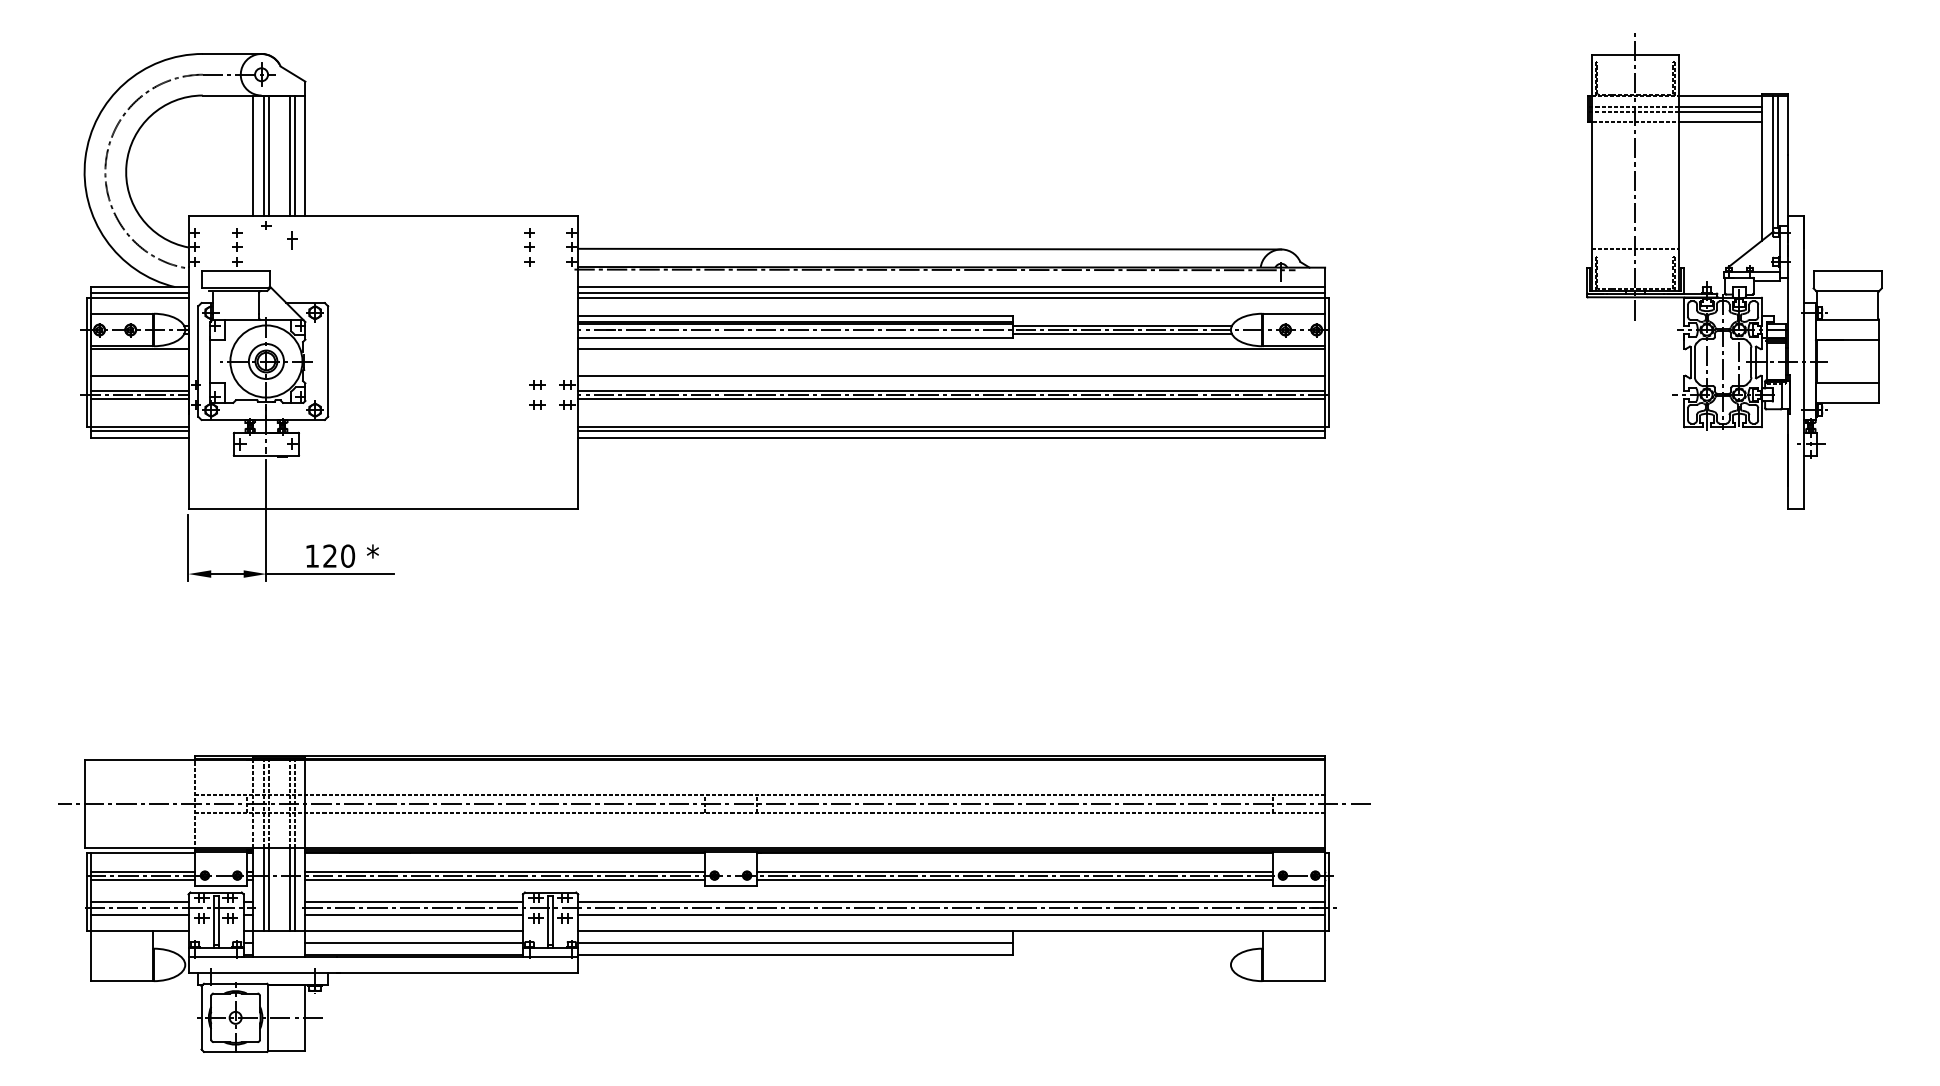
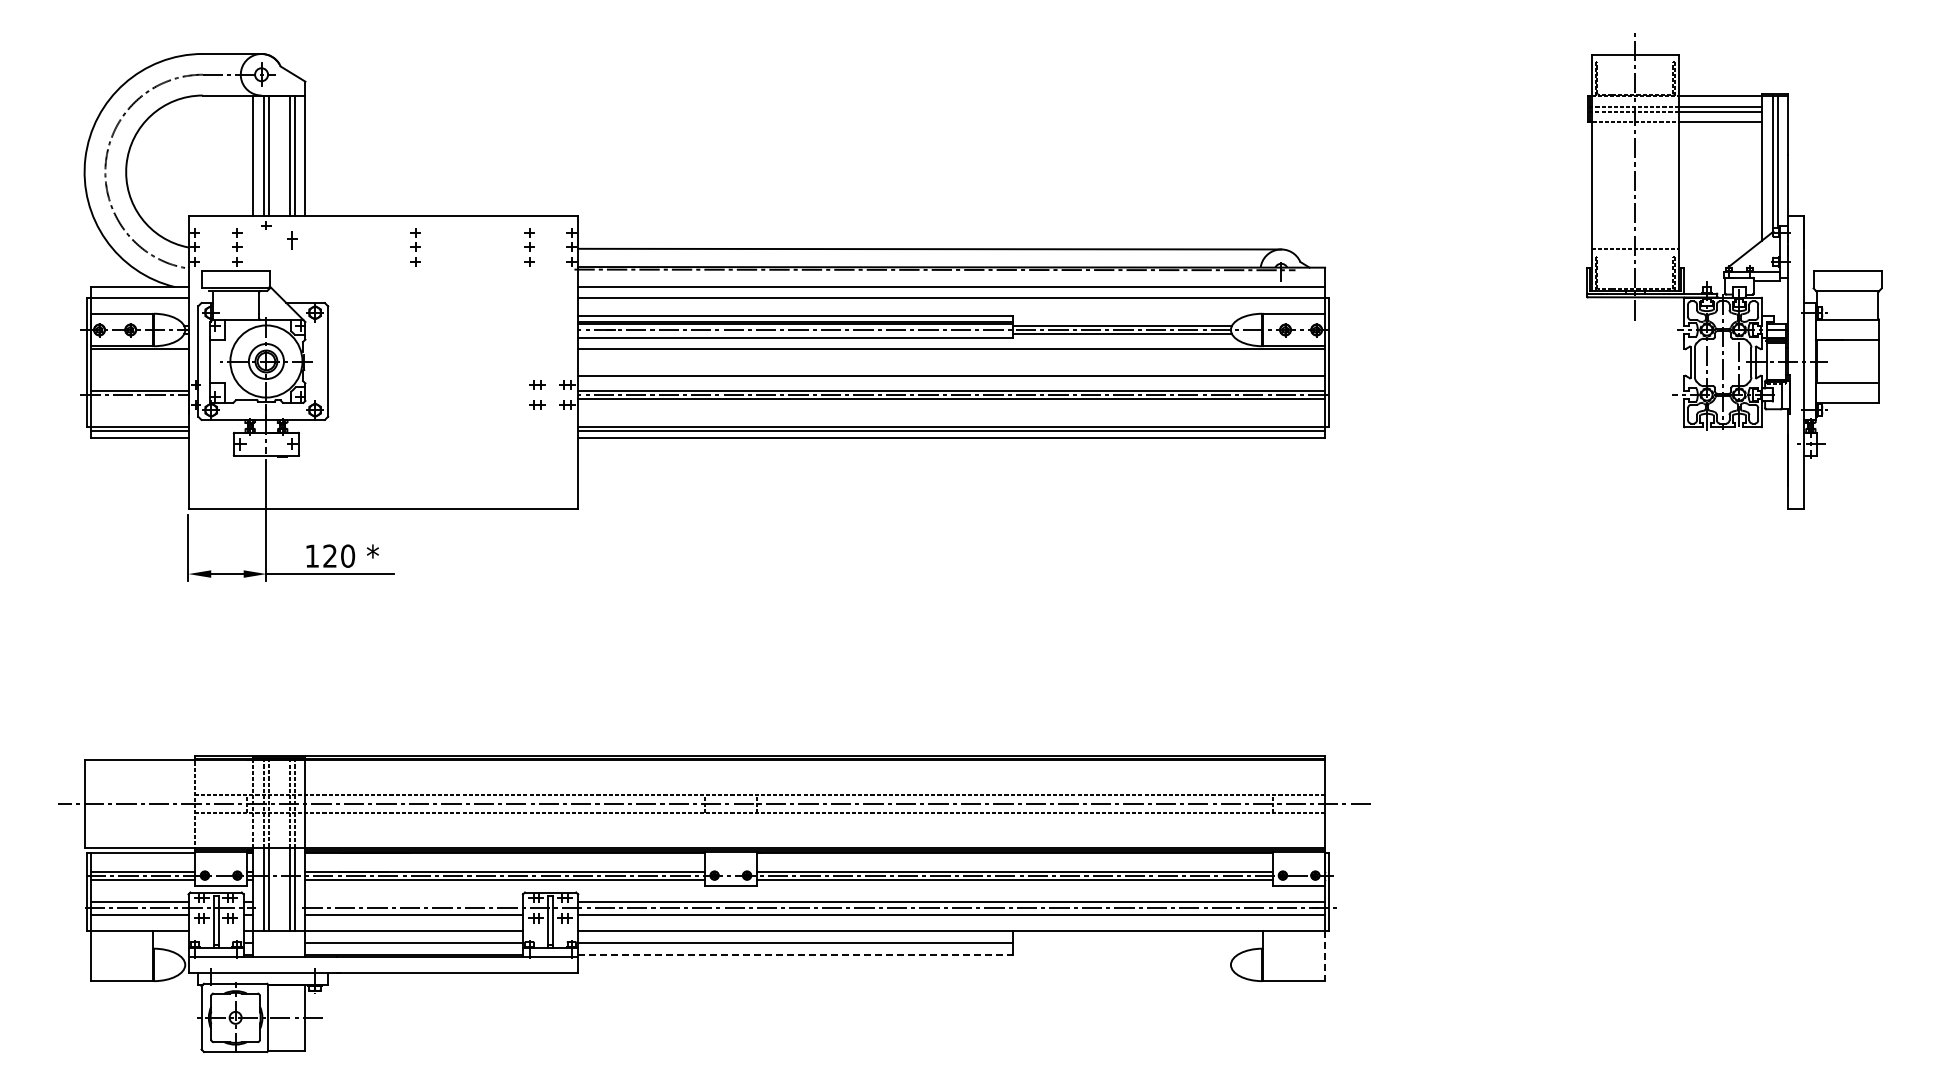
part at (415, 247): none -> present
line at (139, 293): present -> none
line at (951, 293): present -> none
line at (139, 375): present -> none
line at (139, 399): present -> none
line at (414, 901): present -> none
line at (795, 954): solid -> dashed
line at (1325, 956): solid -> dashed
